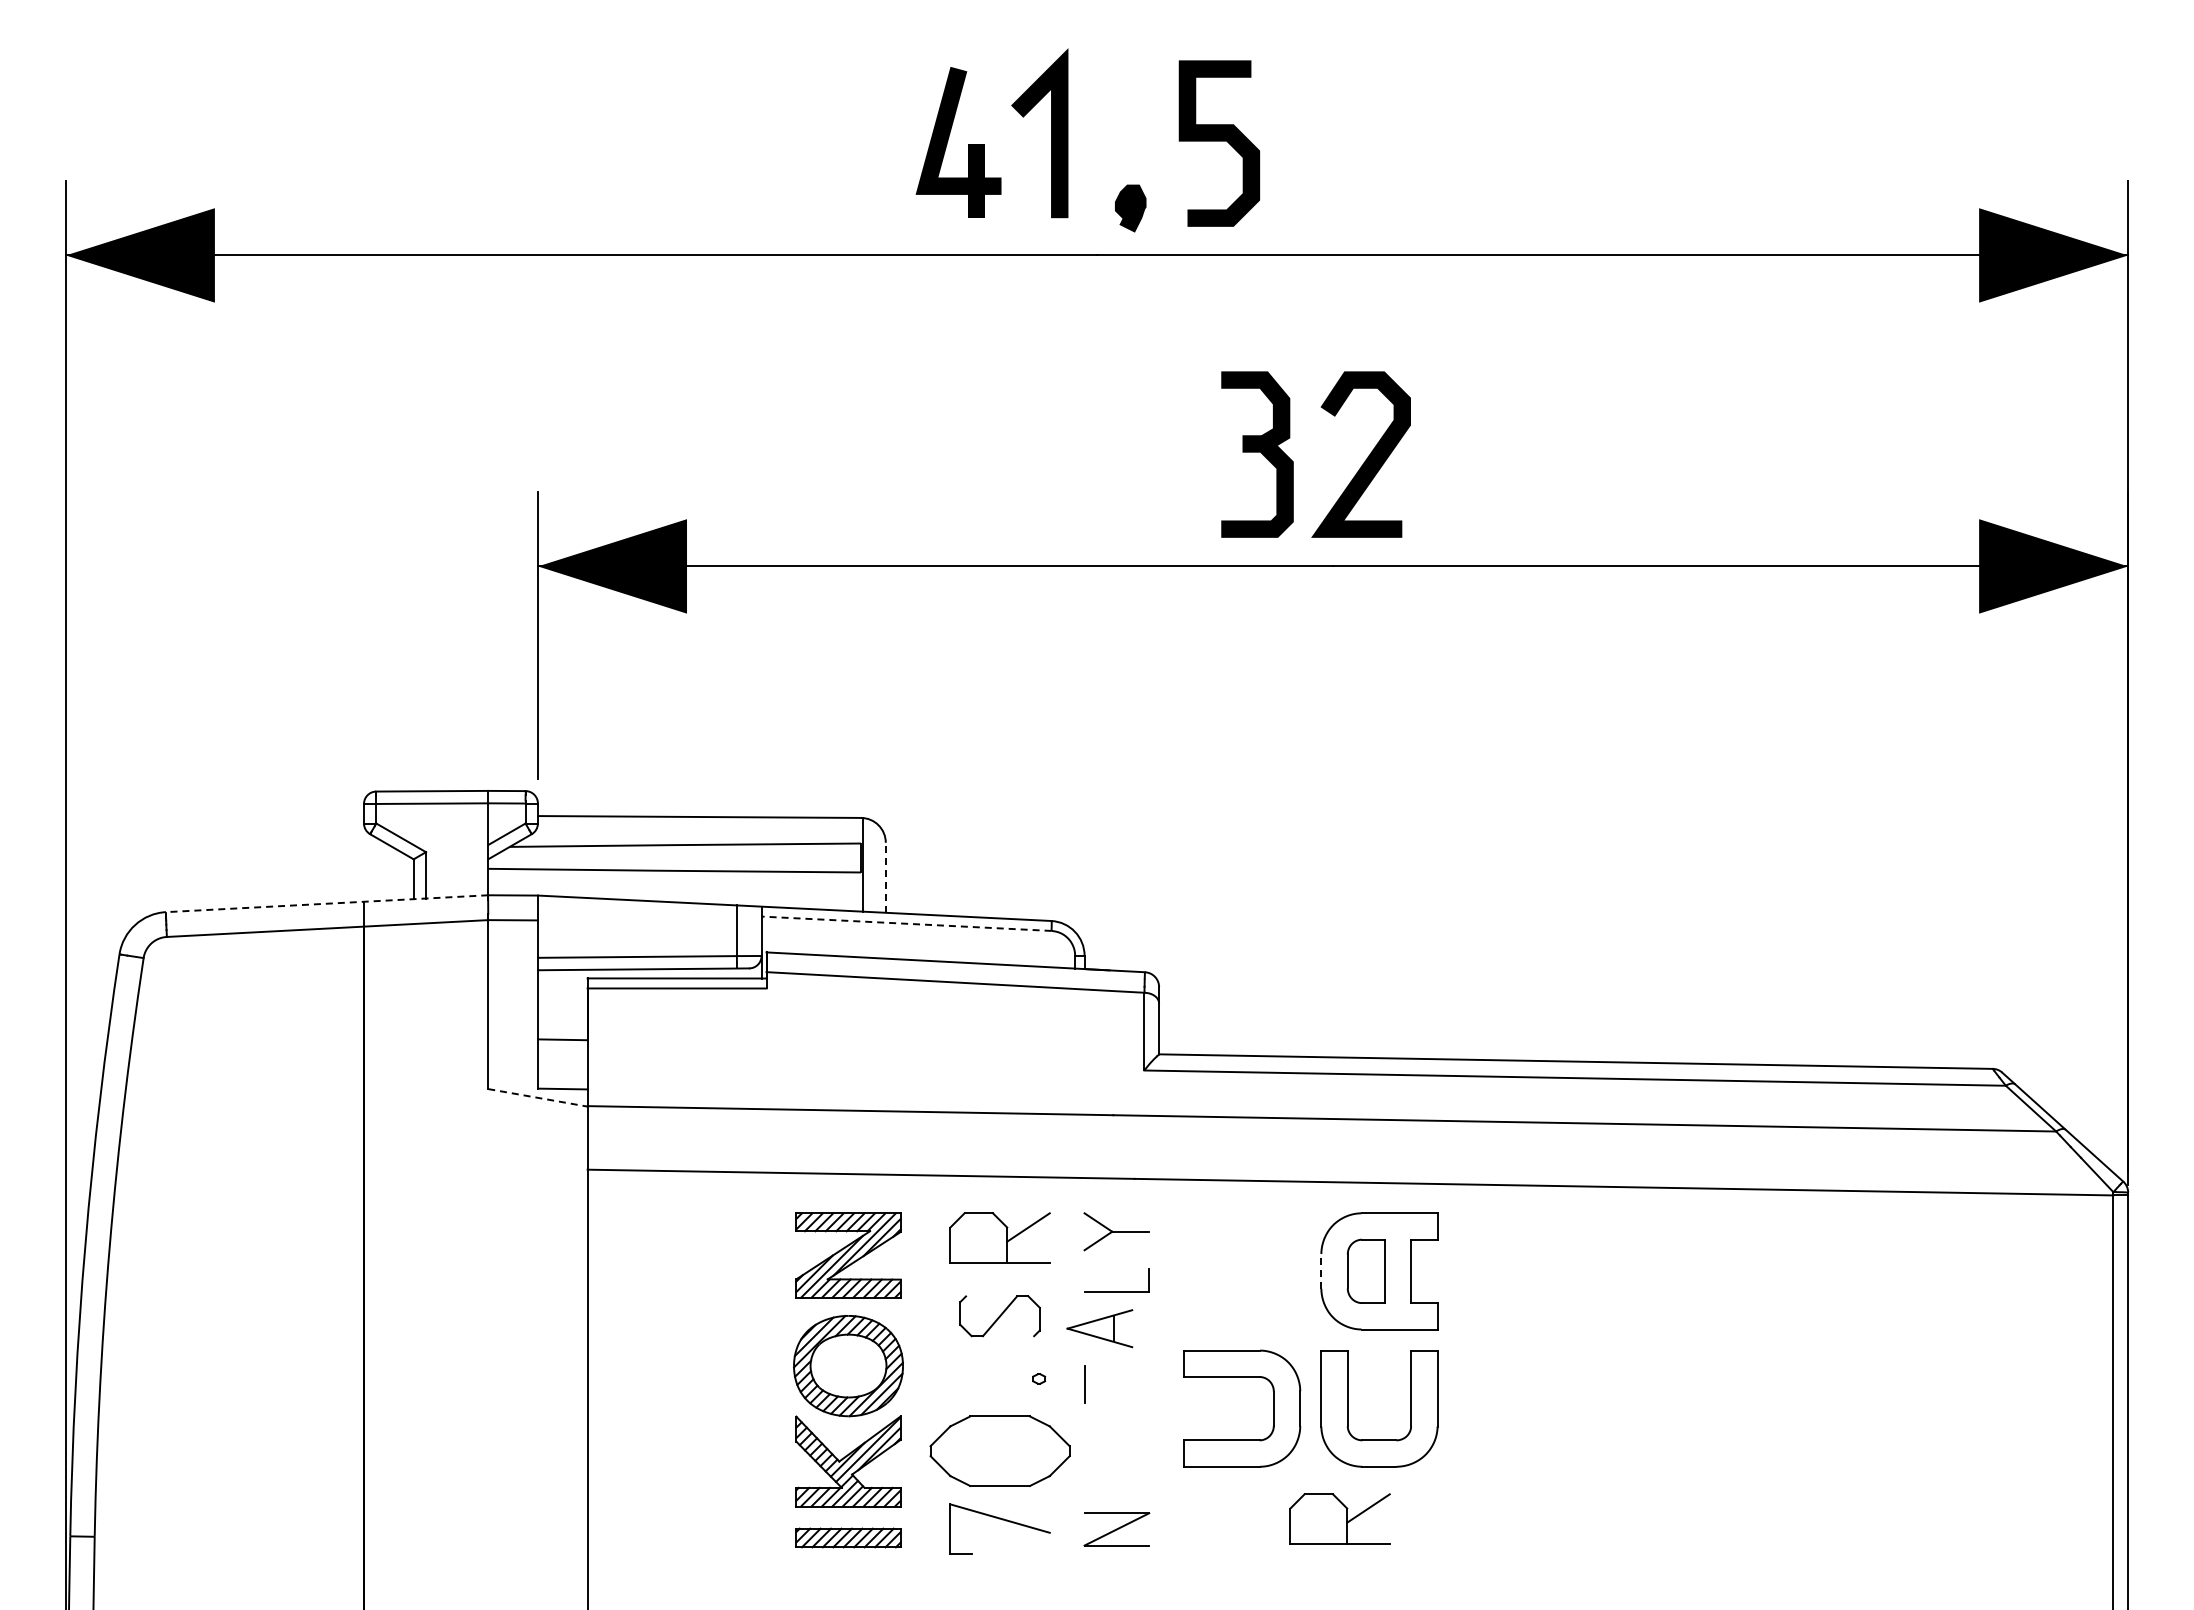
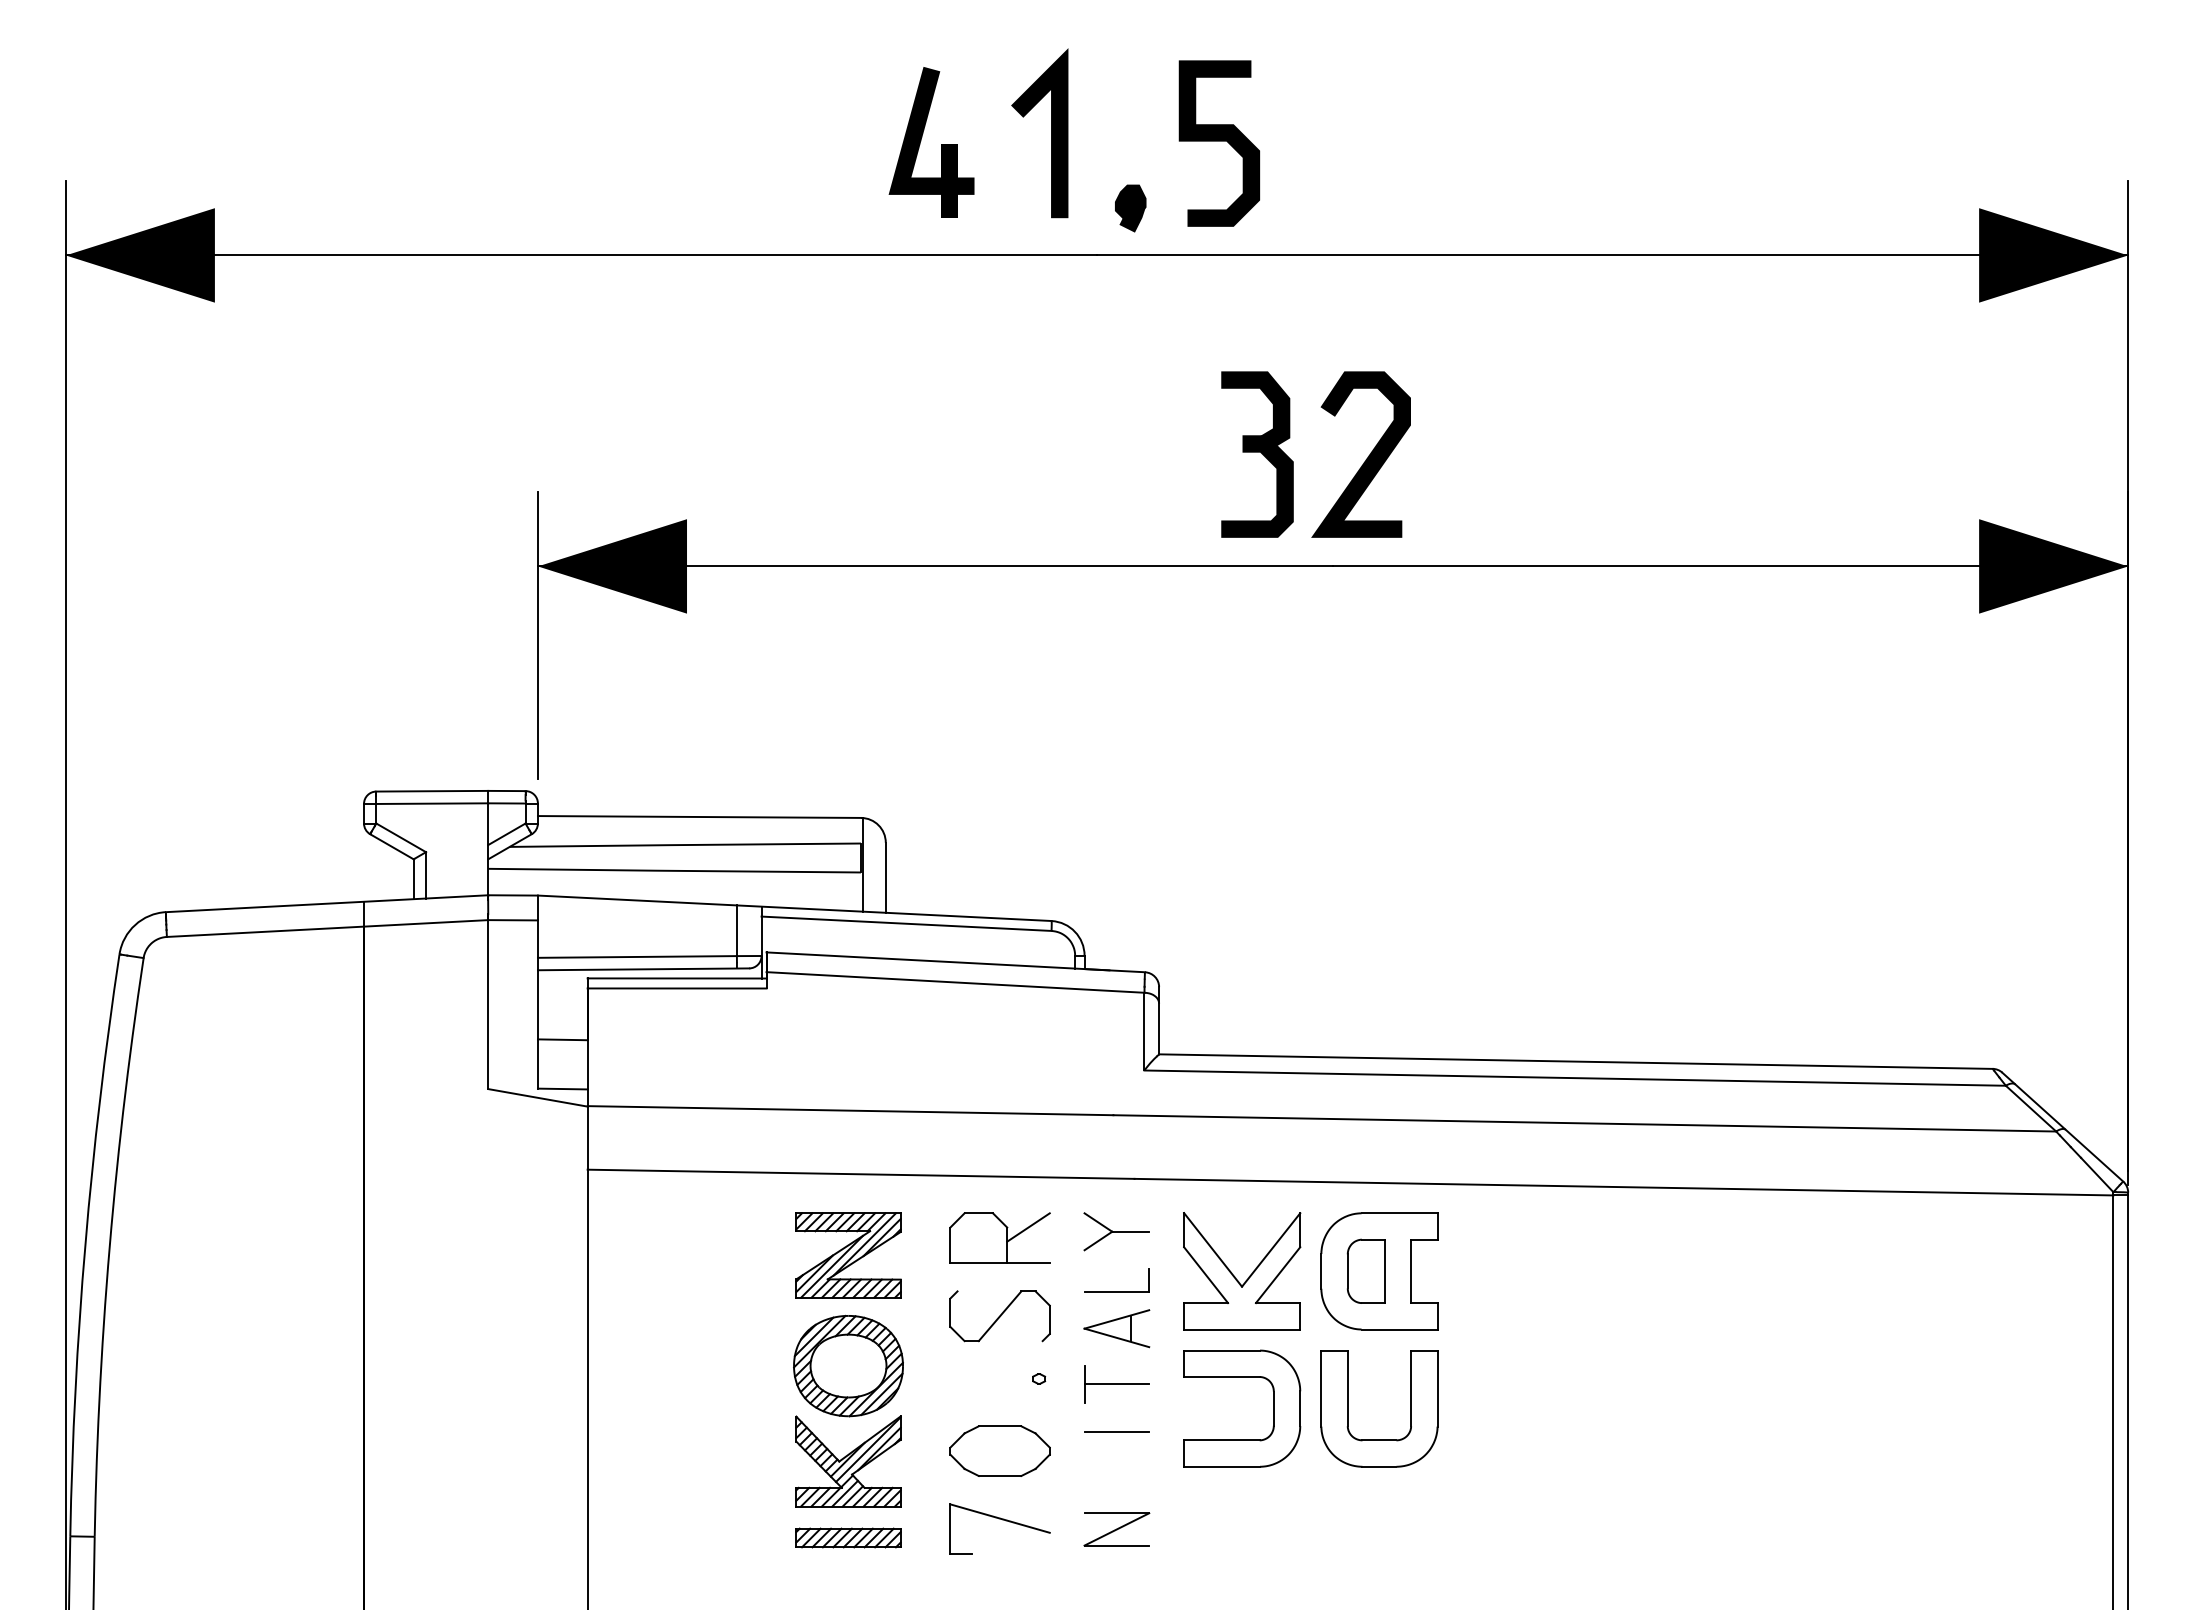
part at (948, 141) position: (948, 141) -> (921, 141)
line at (885, 877): dashed -> solid
line at (326, 903): dashed -> solid
line at (906, 923): dashed -> solid
line at (538, 1097): dashed -> solid
line at (1321, 1270): dashed -> solid
part at (1248, 1276): none -> present
part at (999, 1316) size: 82x43 px -> 102x53 px
part at (1099, 1328) position: (1099, 1328) -> (1116, 1328)
line at (1116, 1384): none -> present
line at (1116, 1431): none -> present
part at (999, 1450) size: 142x72 px -> 102x52 px
part at (1339, 1518): present -> none
